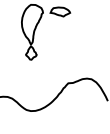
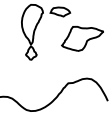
part at (82, 38): none -> present
